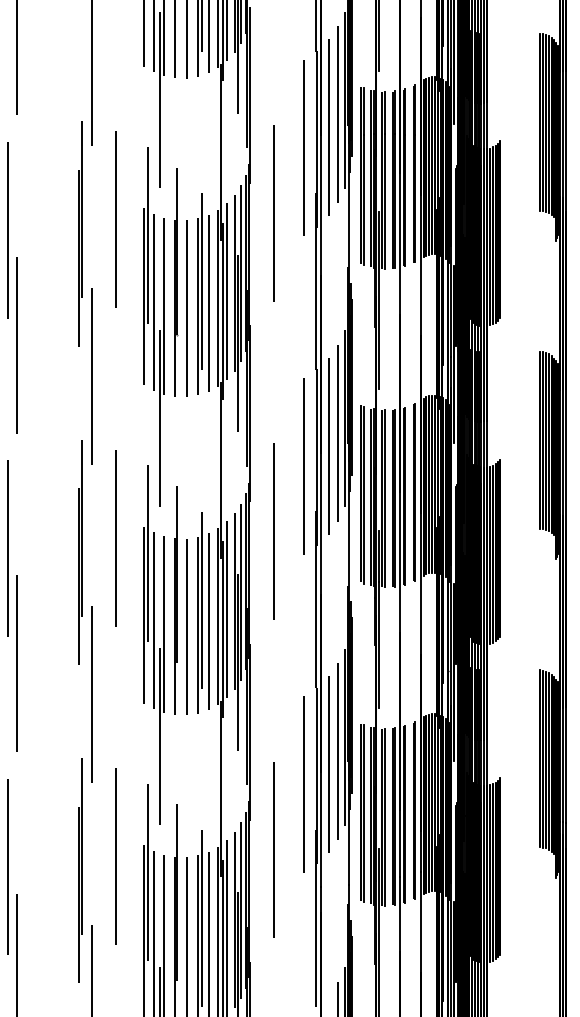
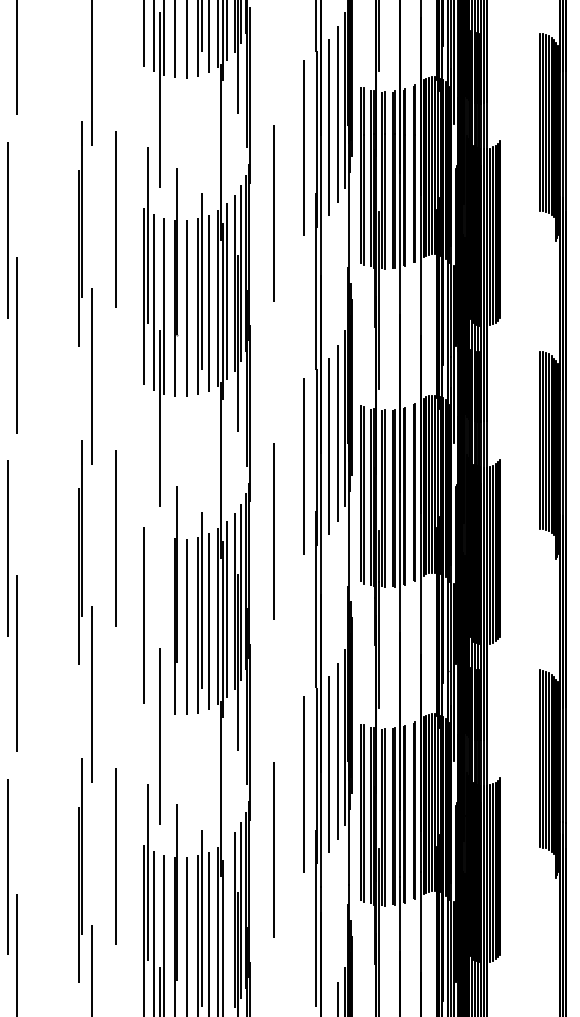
line at (148, 553): present -> none
line at (153, 620): present -> none
line at (164, 624): present -> none
line at (227, 926): present -> none
